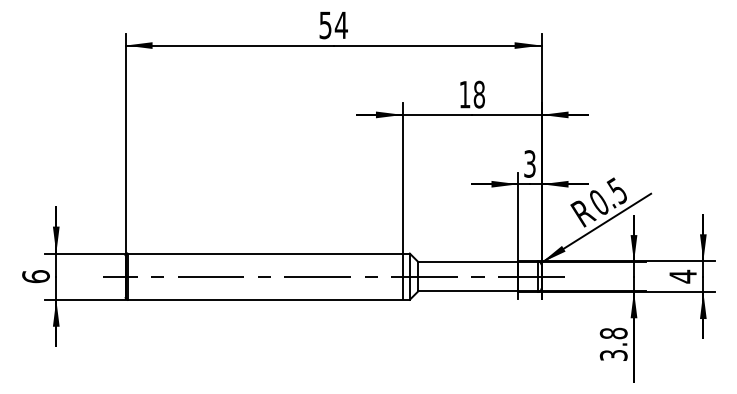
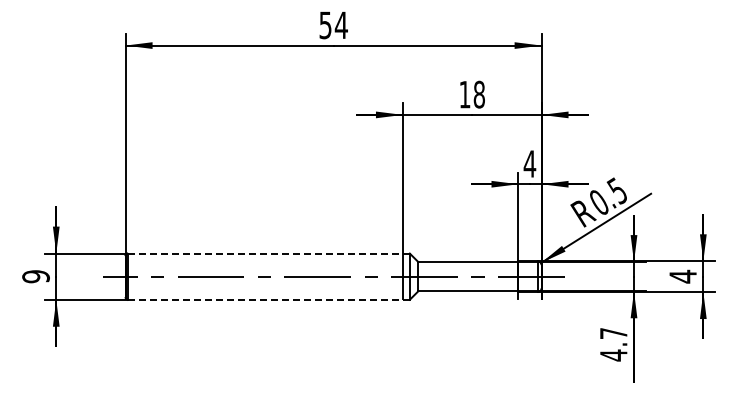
text at (529, 163): 3 -> 4
line at (268, 253): solid -> dashed
text at (35, 276): 6 -> 9
line at (268, 299): solid -> dashed
text at (613, 344): 3.8 -> 4.7
